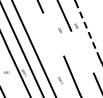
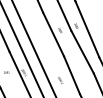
line at (87, 30): dashed -> solid
line at (53, 34): none -> present
line at (82, 52): none -> present
